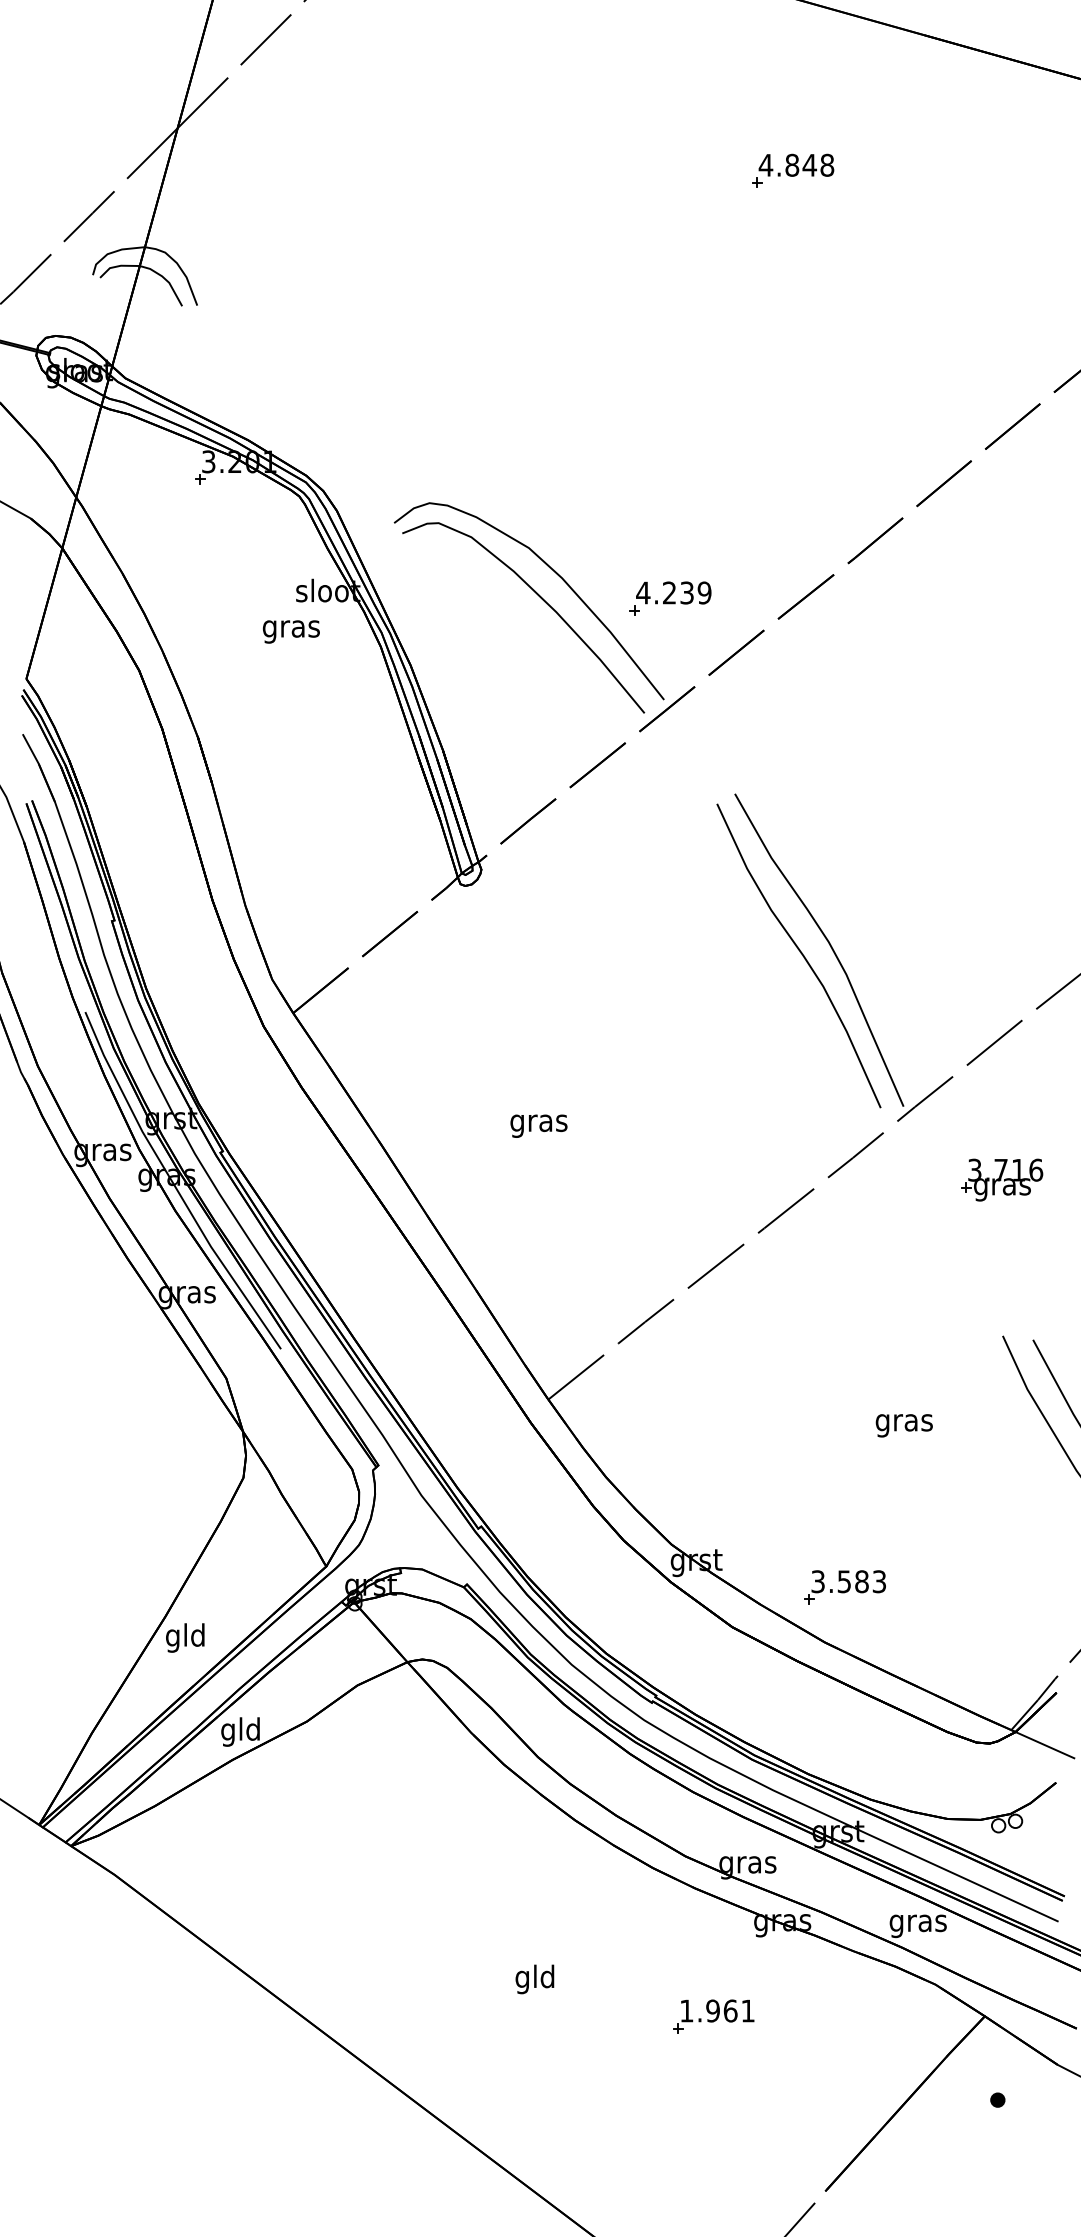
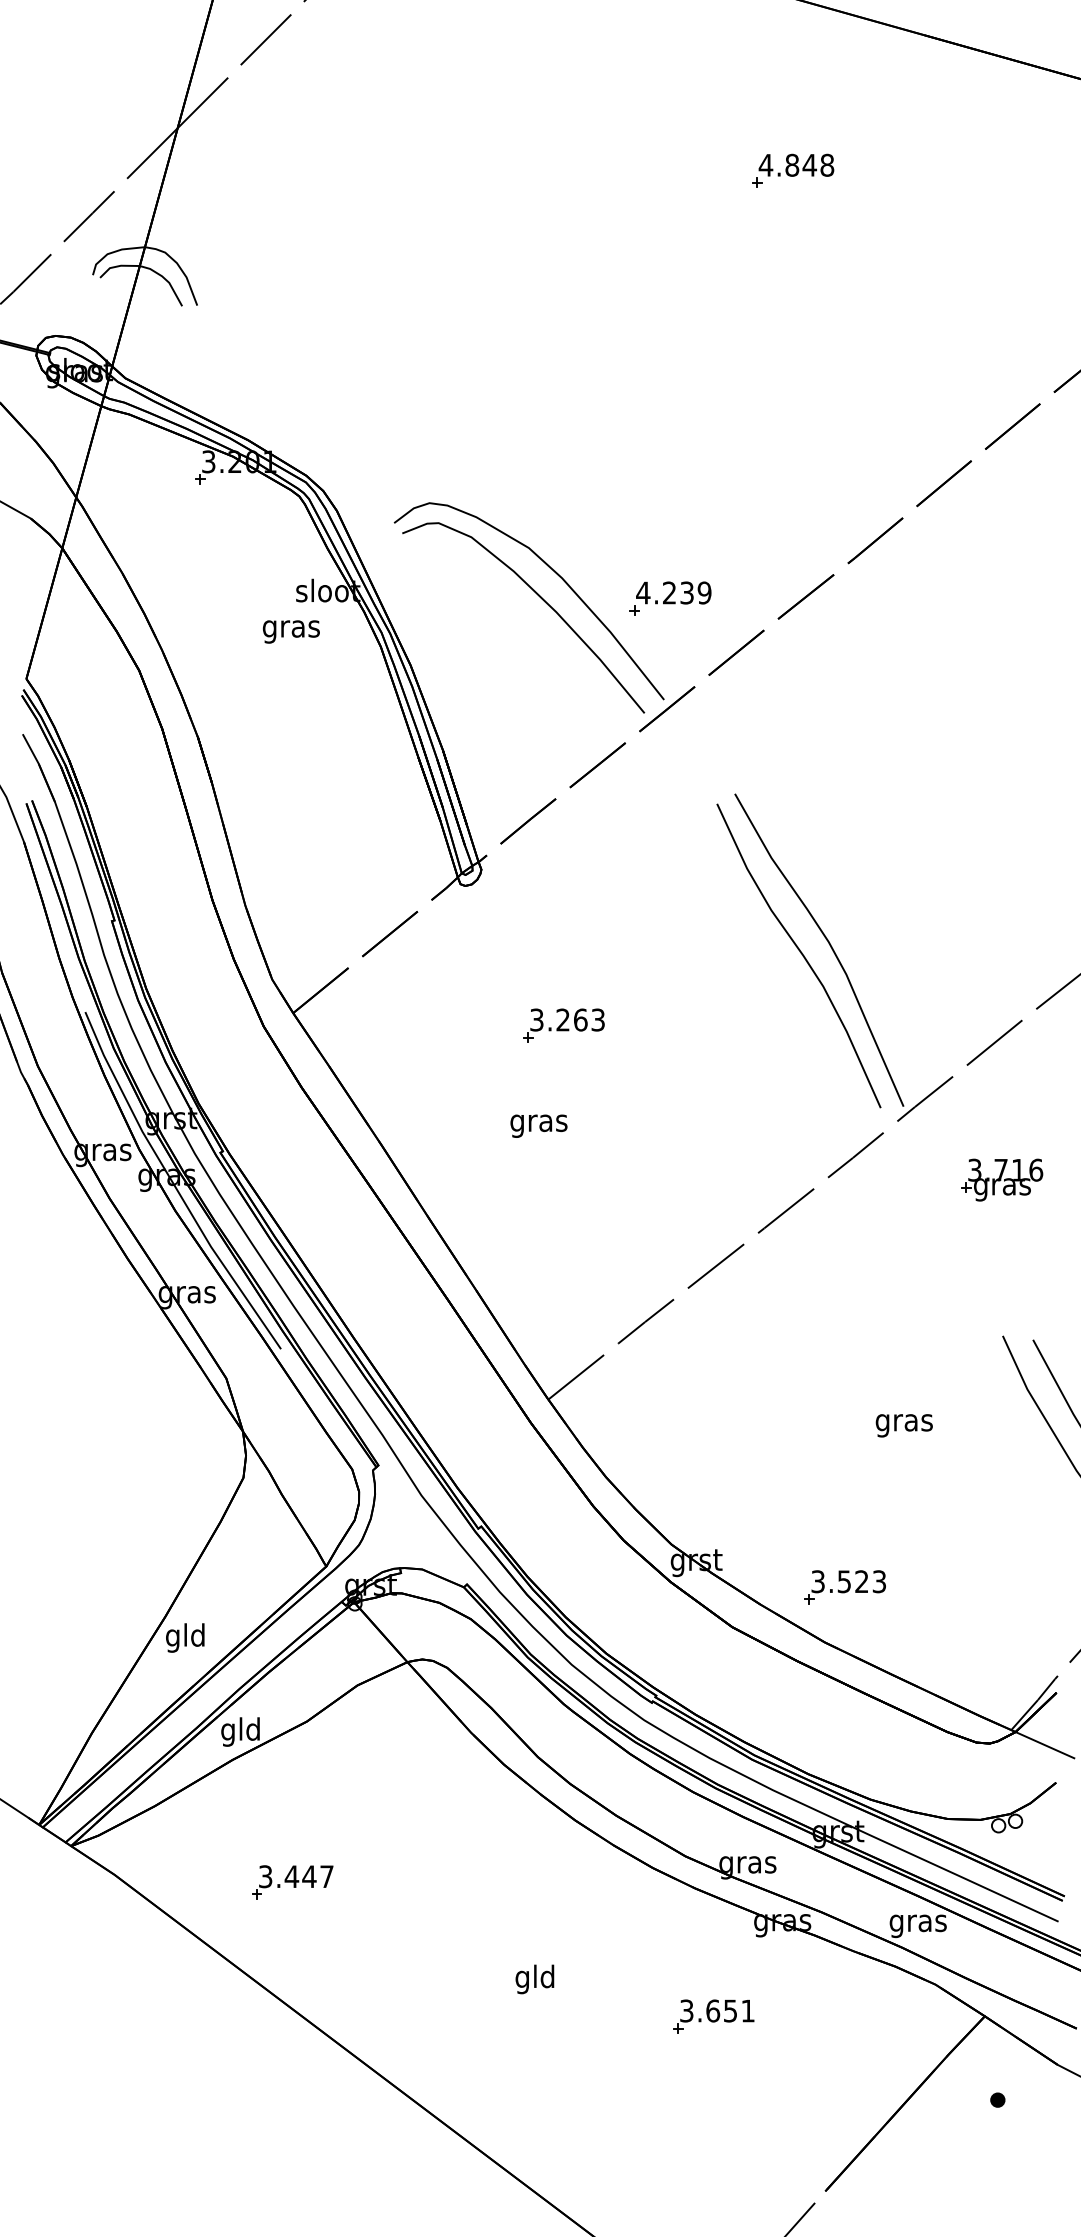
part at (563, 1025): none -> present
text at (861, 1581): 3.583 -> 3.523
part at (292, 1882): none -> present
text at (708, 2010): 1.961 -> 3.651
